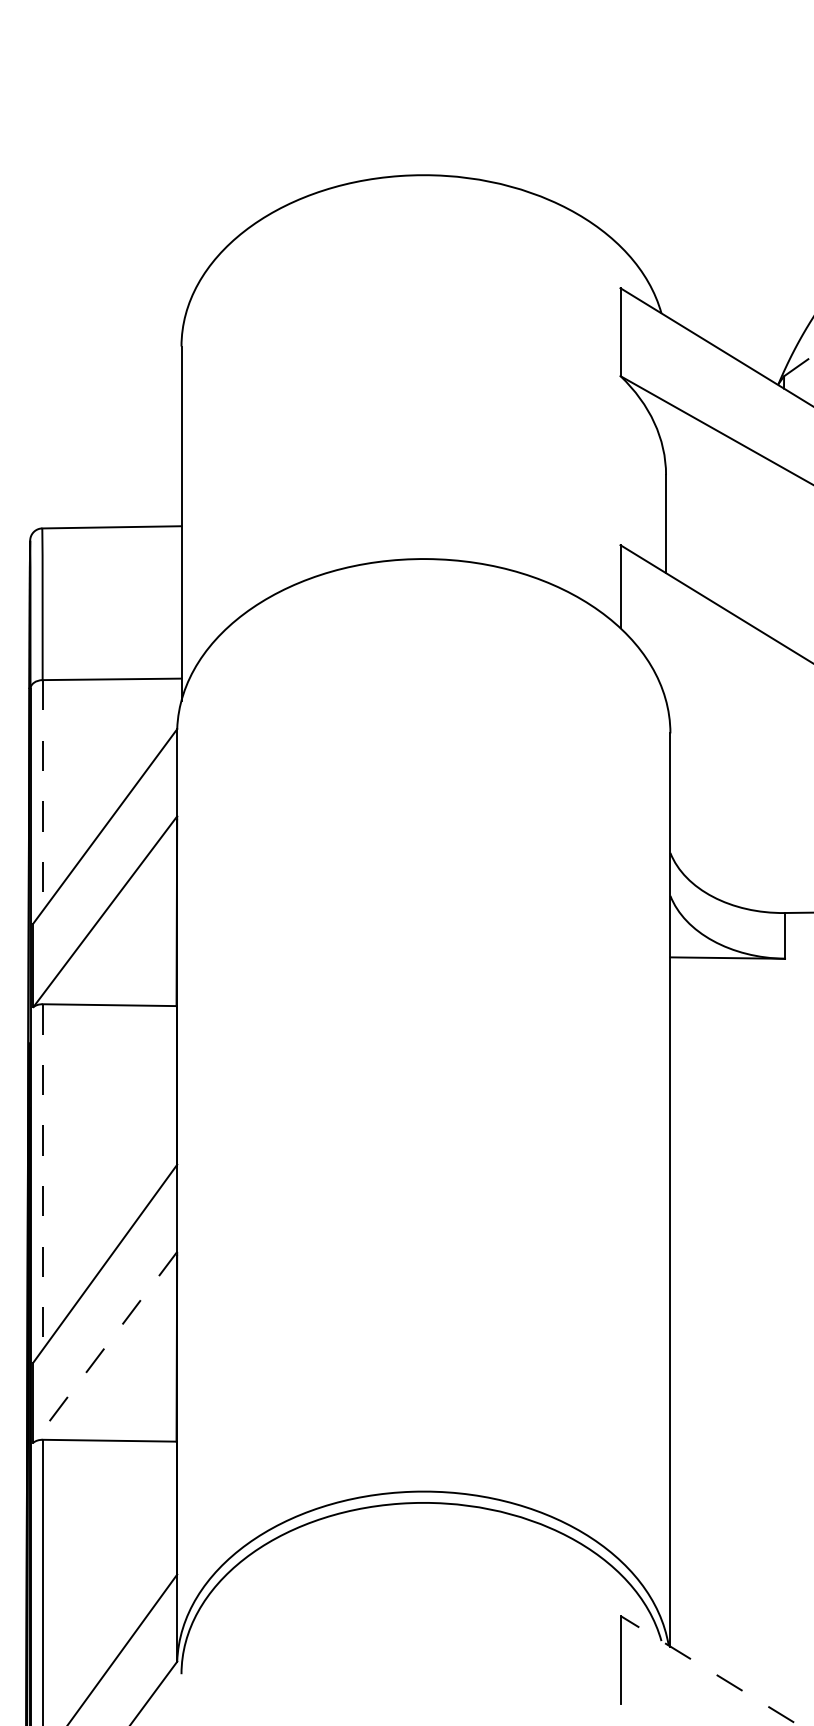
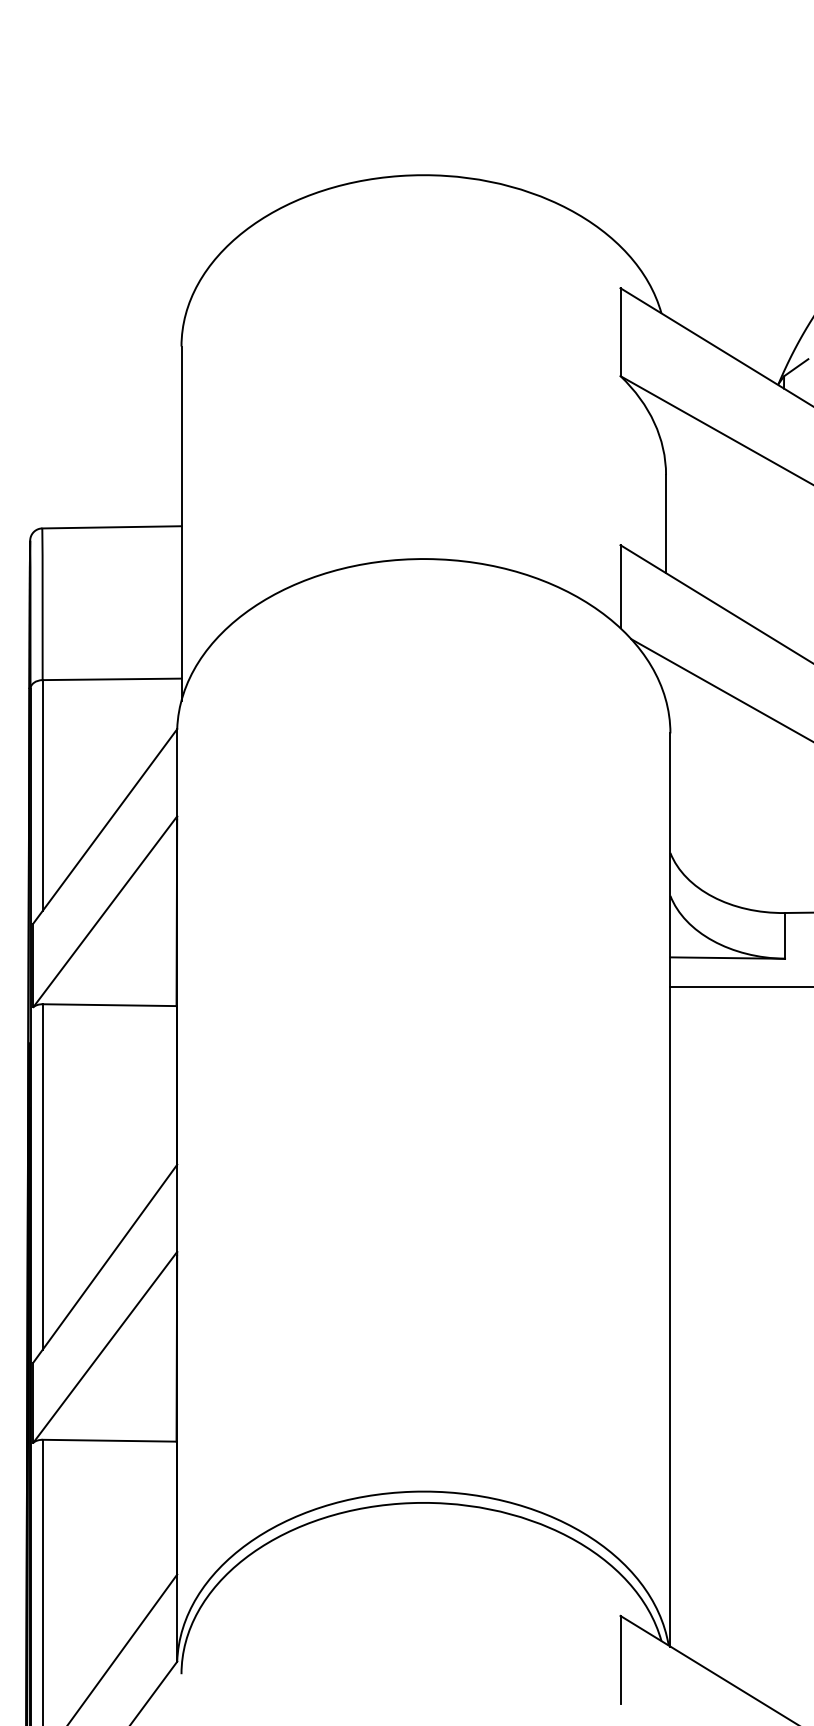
line at (720, 689): none -> present
line at (42, 796): dashed -> solid
line at (740, 986): none -> present
line at (42, 1177): dashed -> solid
line at (105, 1347): dashed -> solid
line at (709, 1670): dashed -> solid
